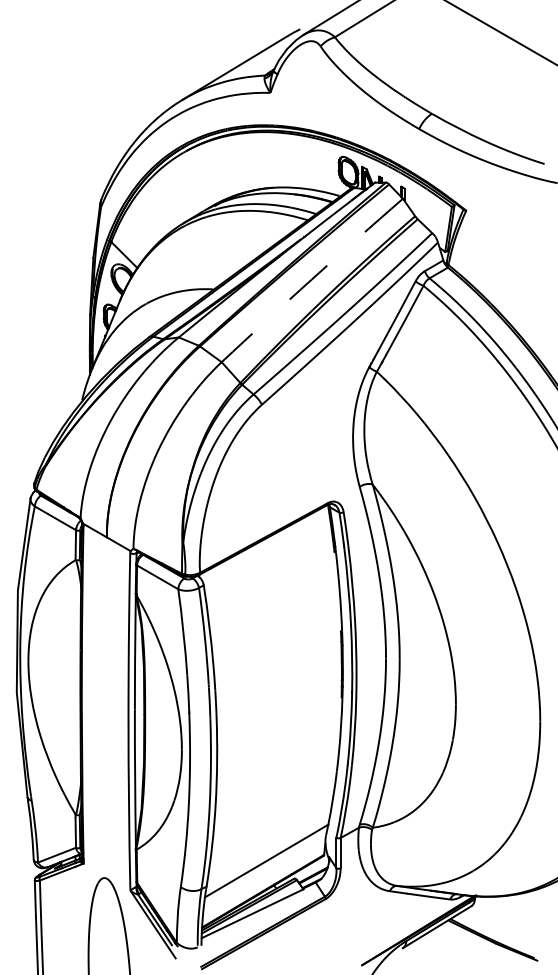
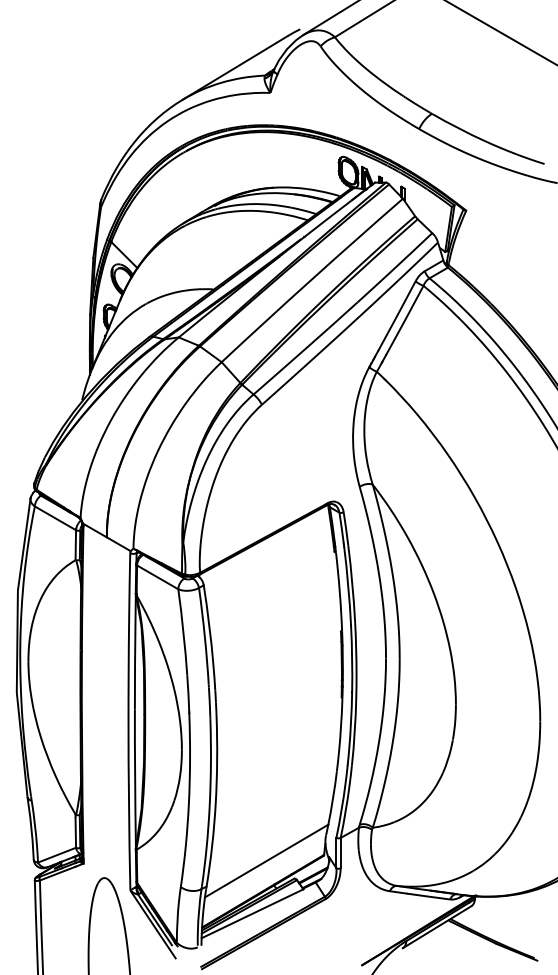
arc at (311, 279): dashed -> solid
